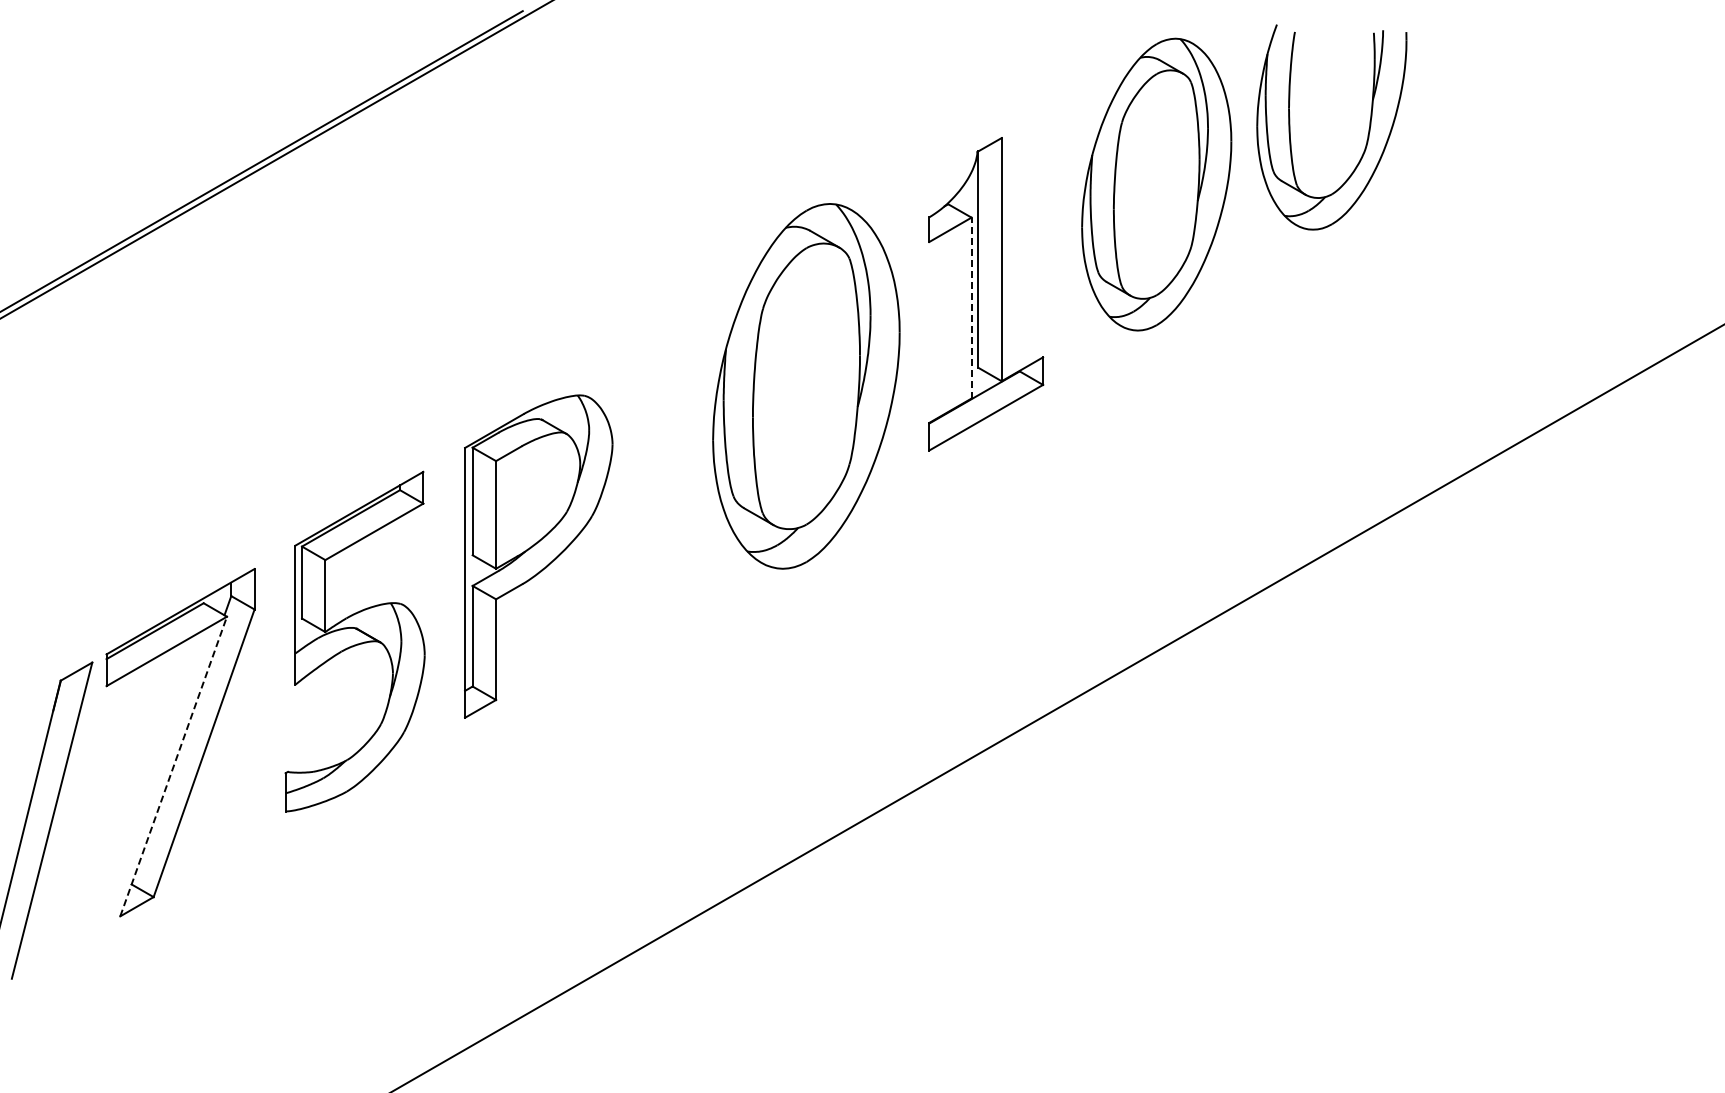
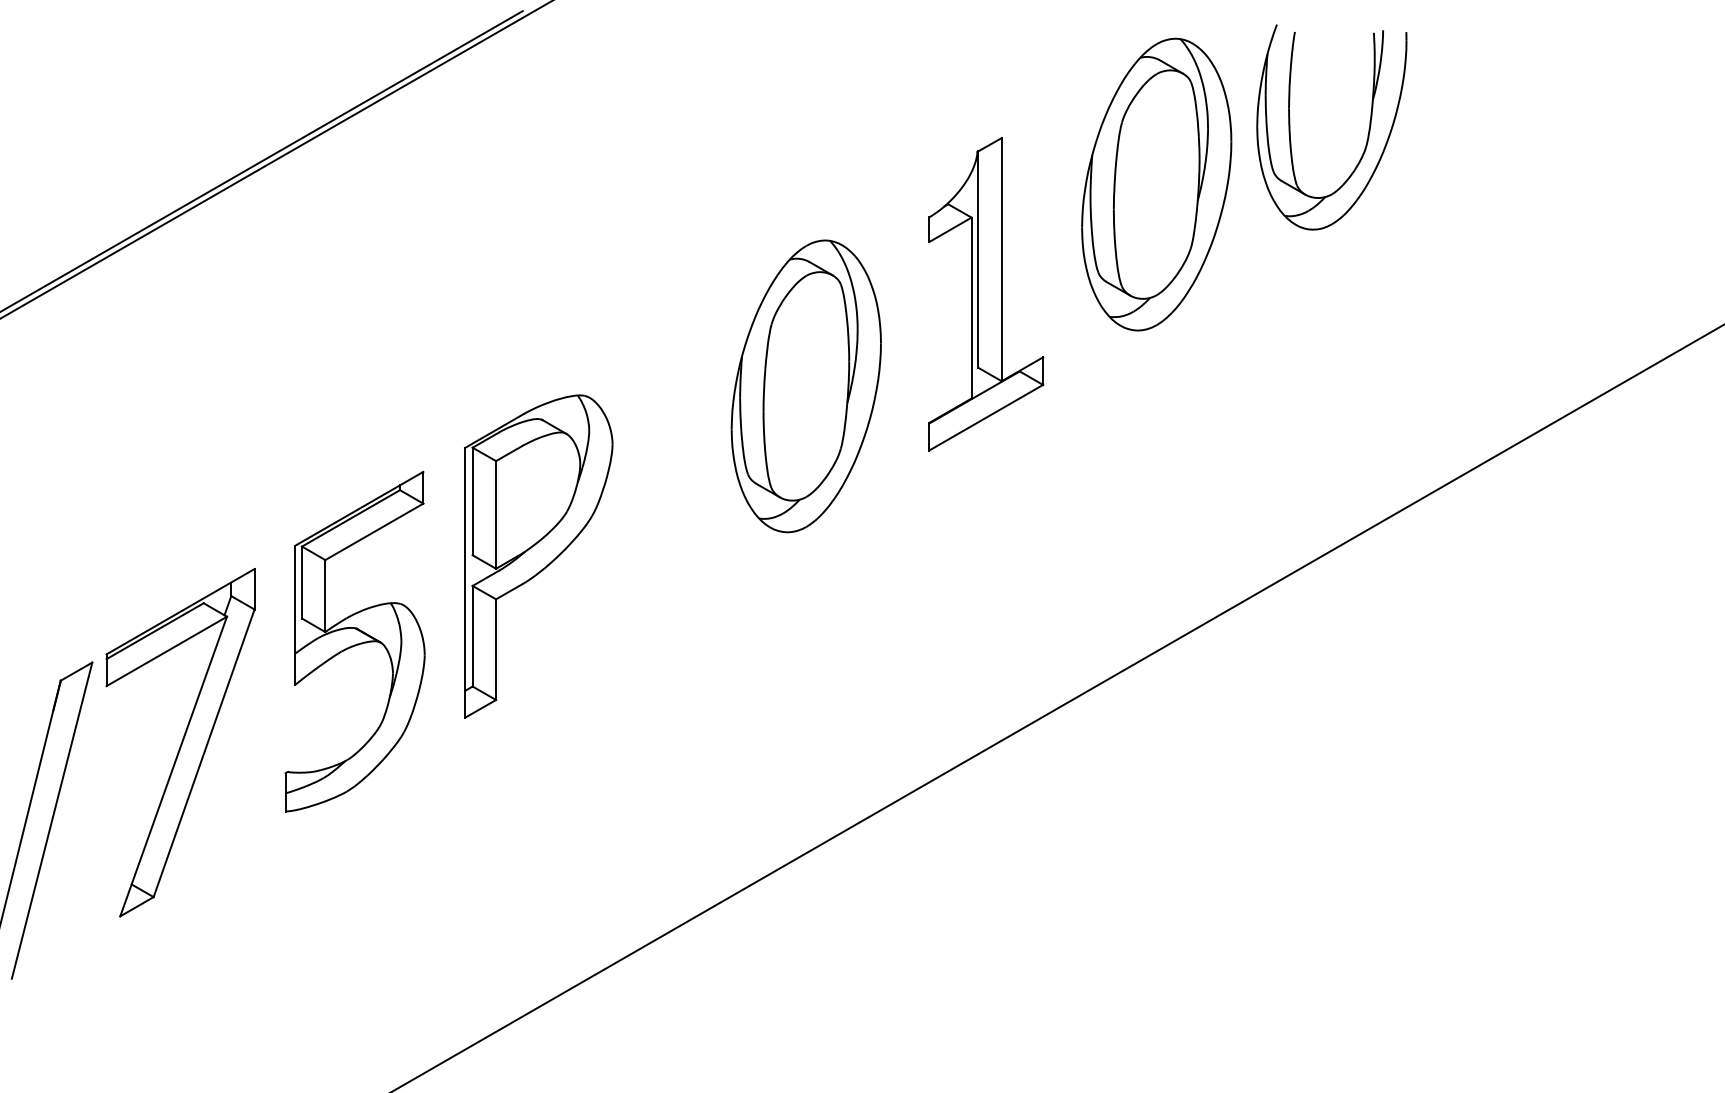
line at (971, 307): dashed -> solid
part at (806, 386) size: 189x367 px -> 152x295 px
line at (173, 766): dashed -> solid
